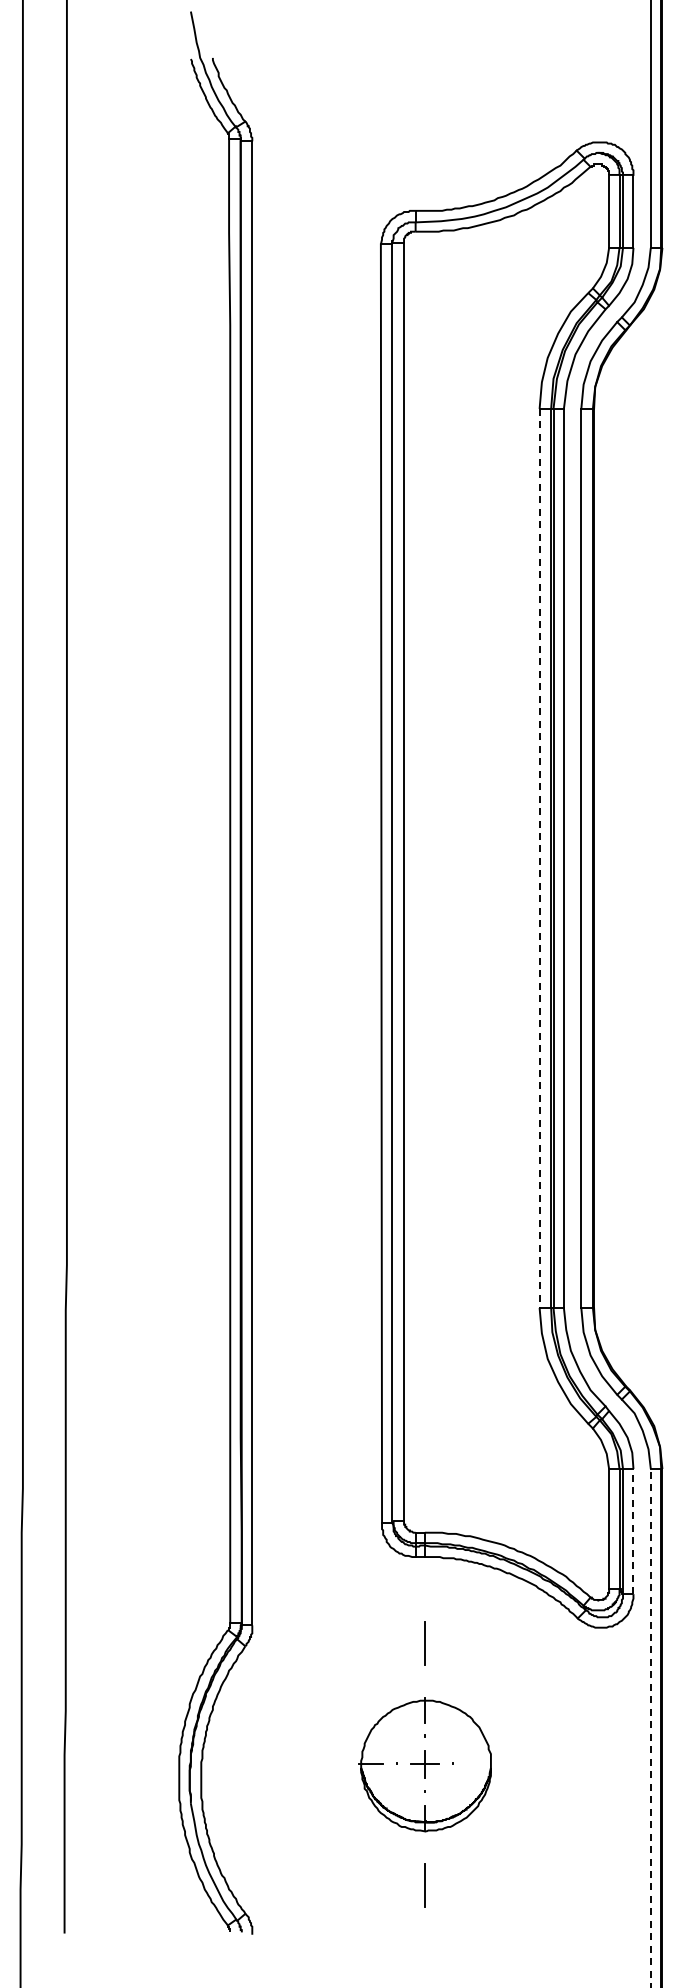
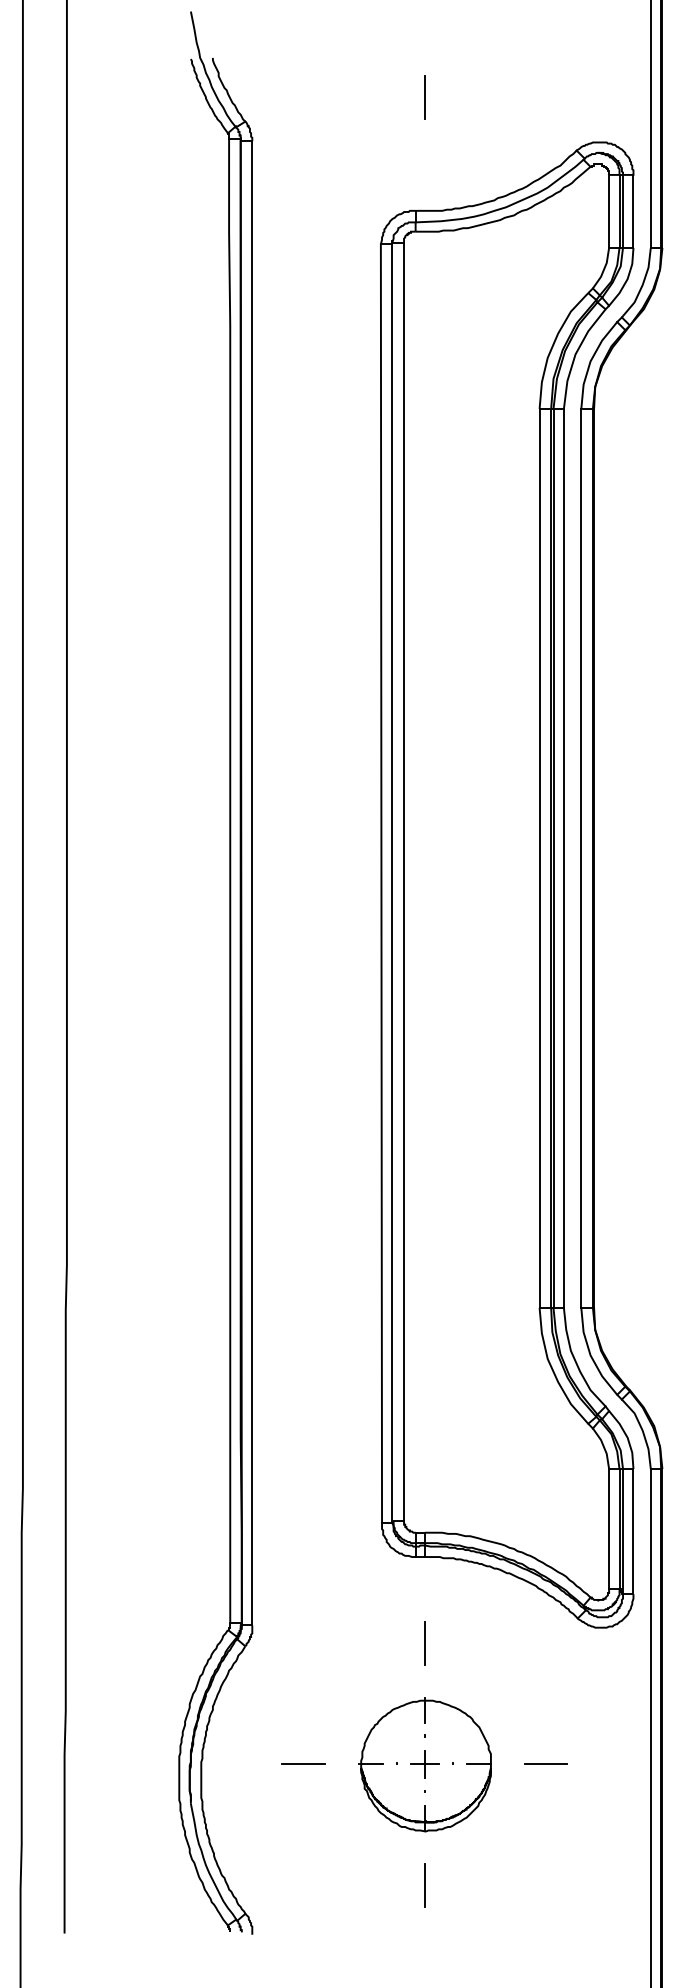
line at (424, 97): none -> present
line at (539, 858): dashed -> solid
line at (633, 1531): dashed -> solid
line at (650, 1727): dashed -> solid
line at (303, 1764): none -> present
line at (478, 1764): none -> present
line at (545, 1764): none -> present
